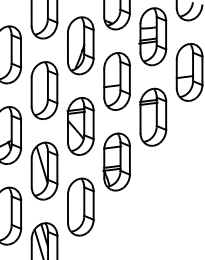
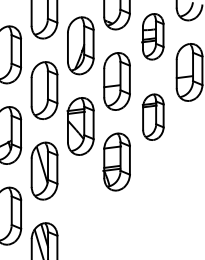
part at (152, 36) size: 30x60 px -> 24x48 px
part at (153, 116) size: 29x60 px -> 24x48 px
part at (80, 206): present -> none
